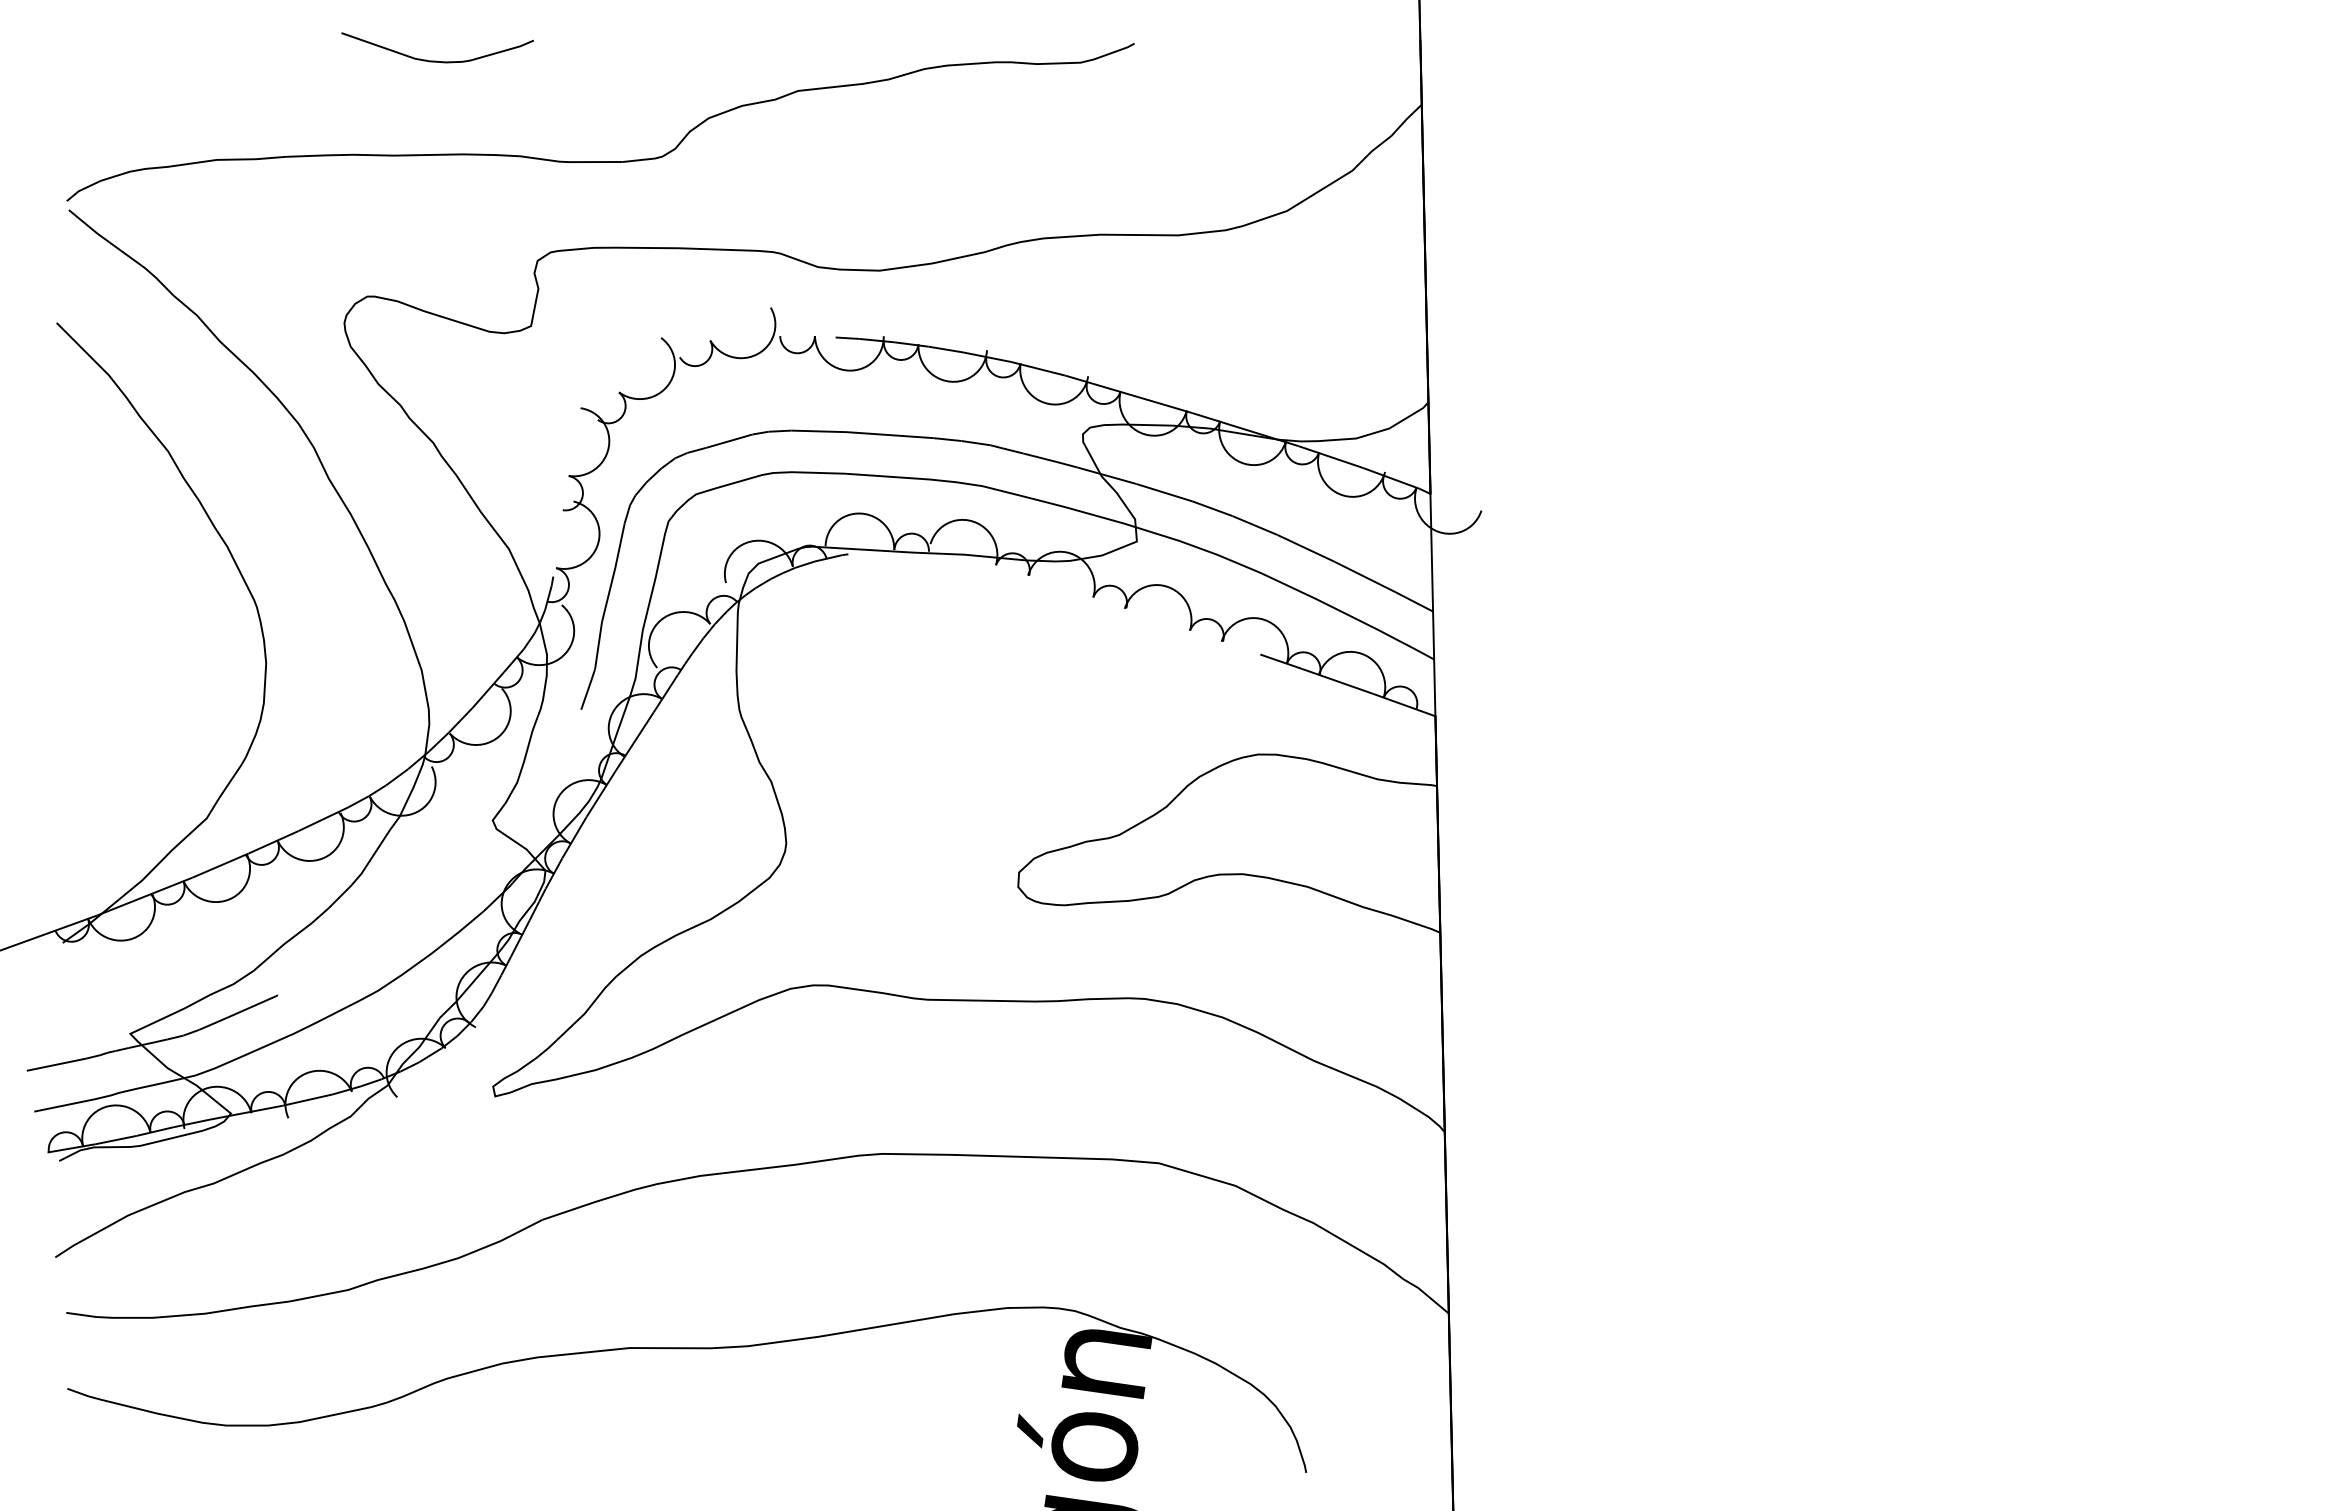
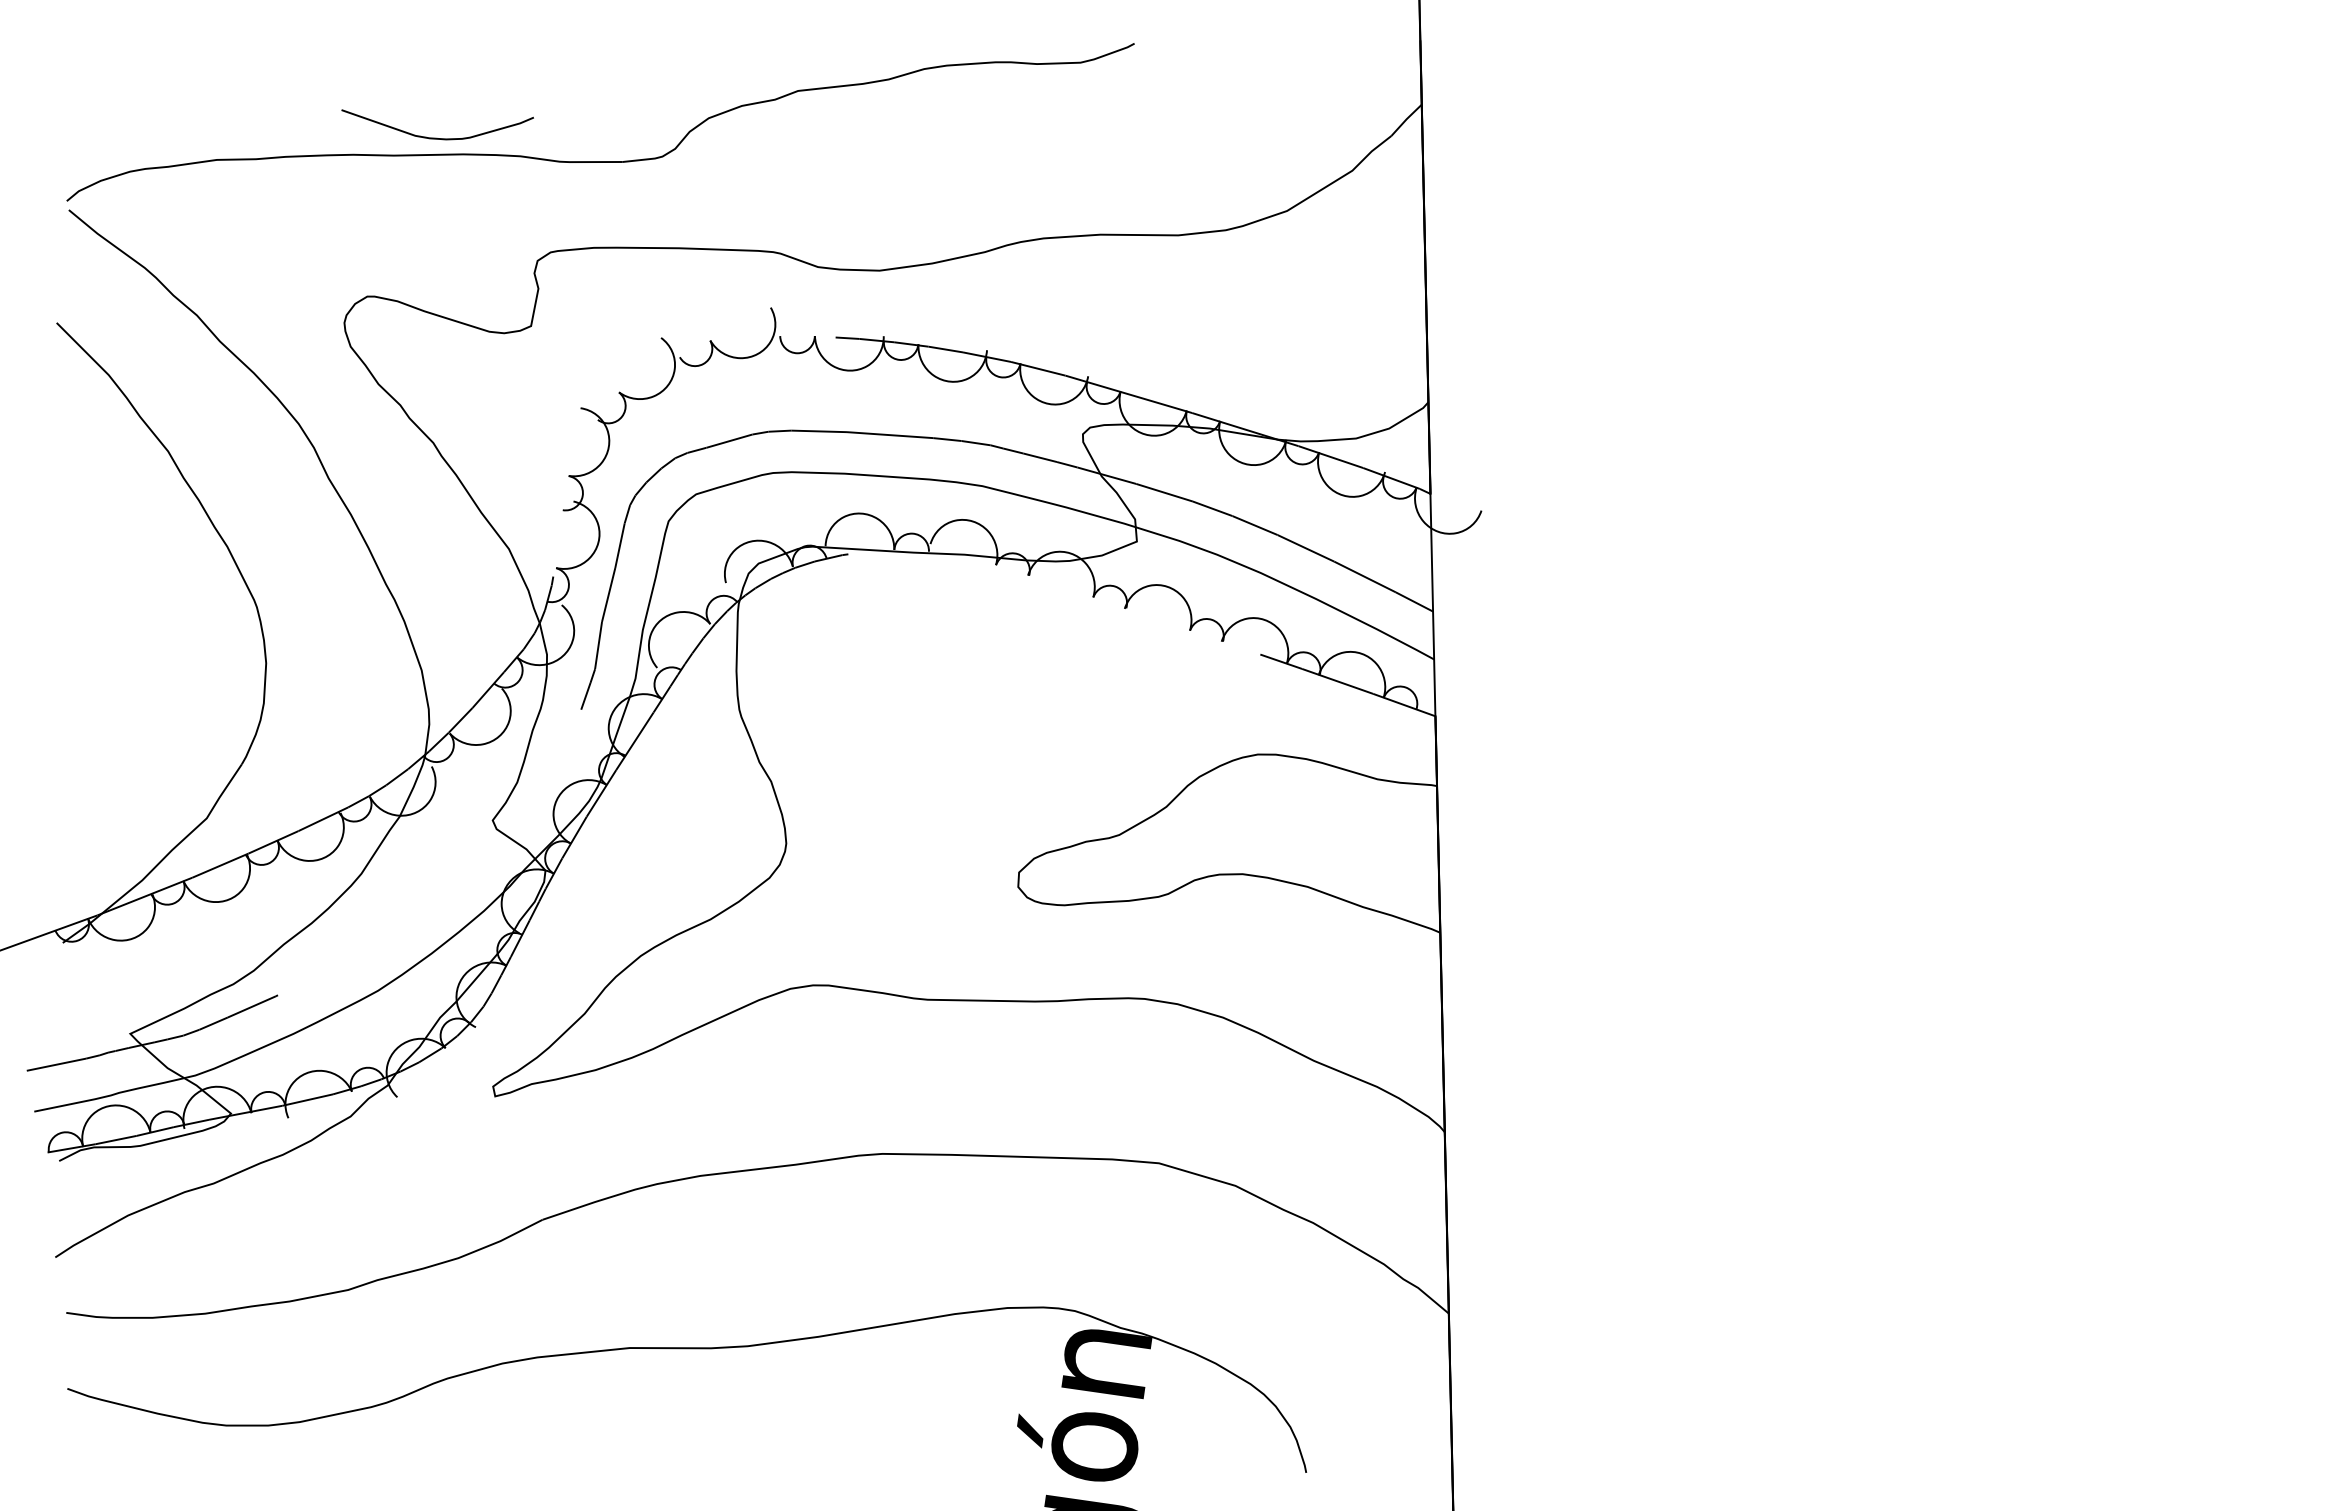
curve at (436, 60) position: (436, 60) -> (436, 137)
